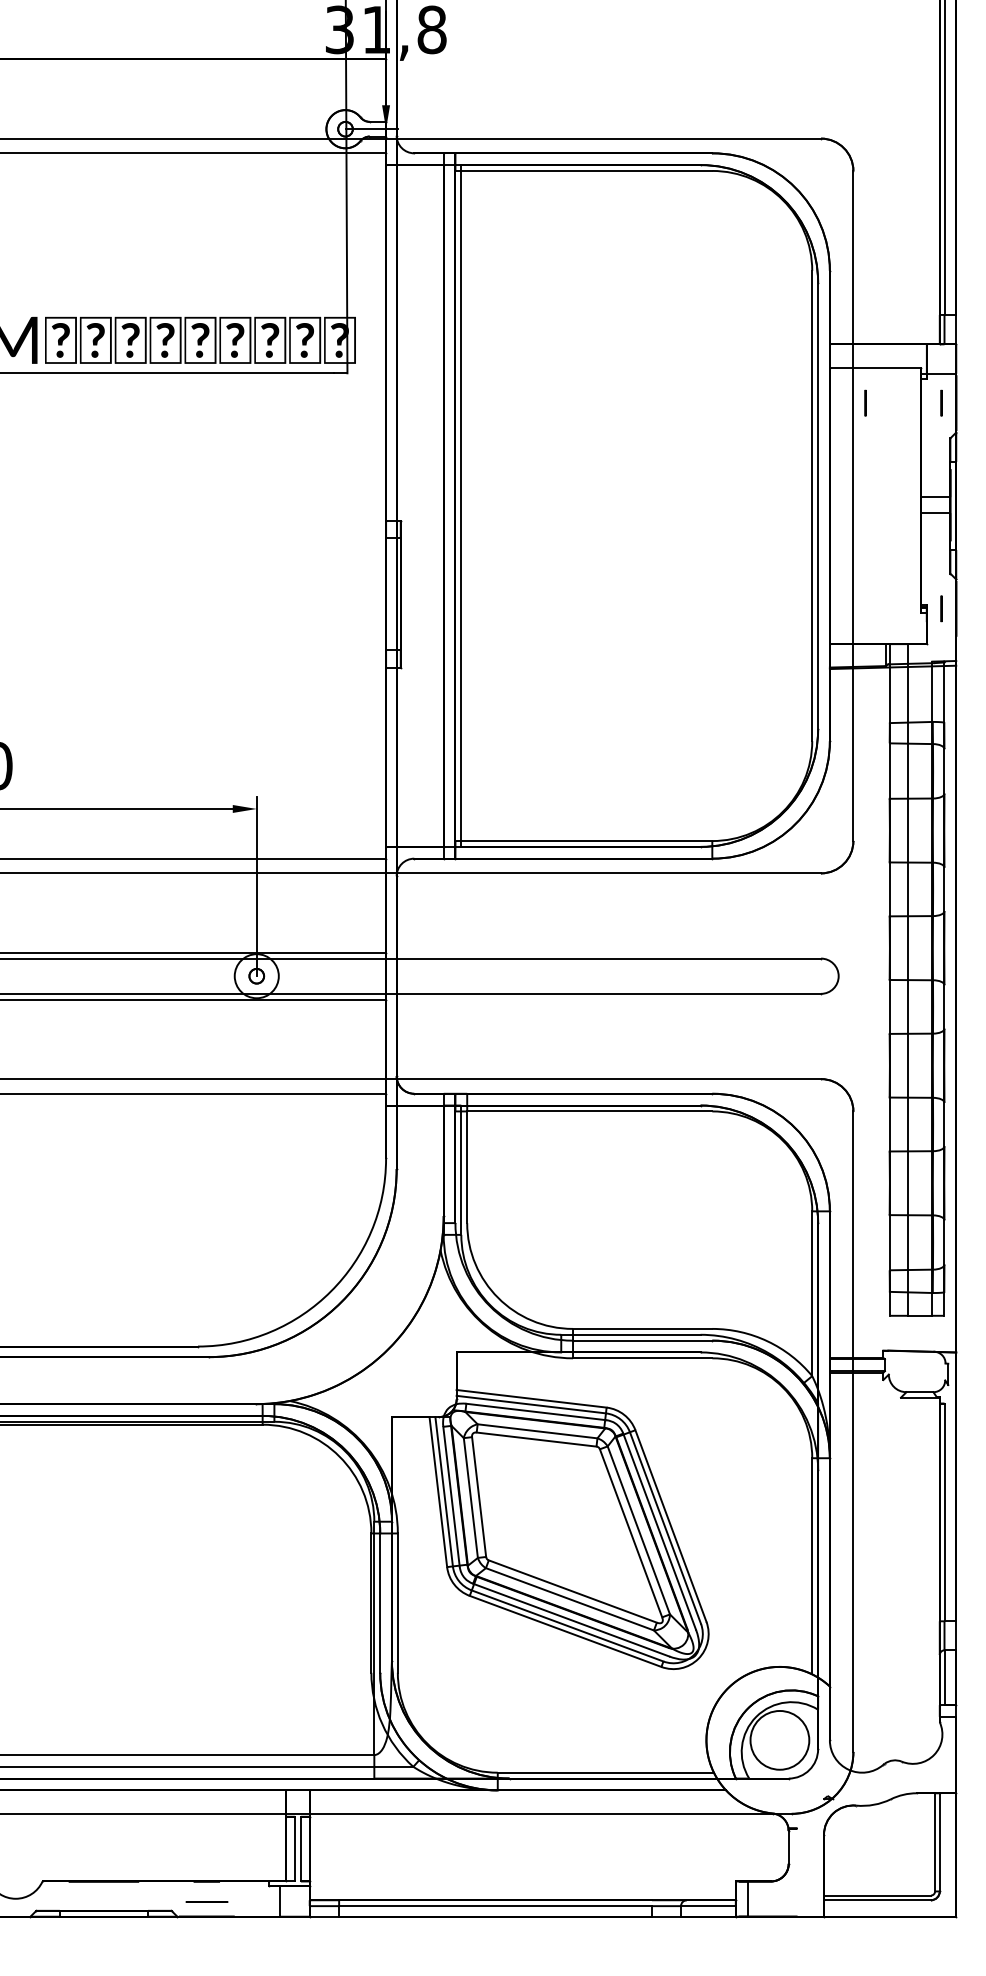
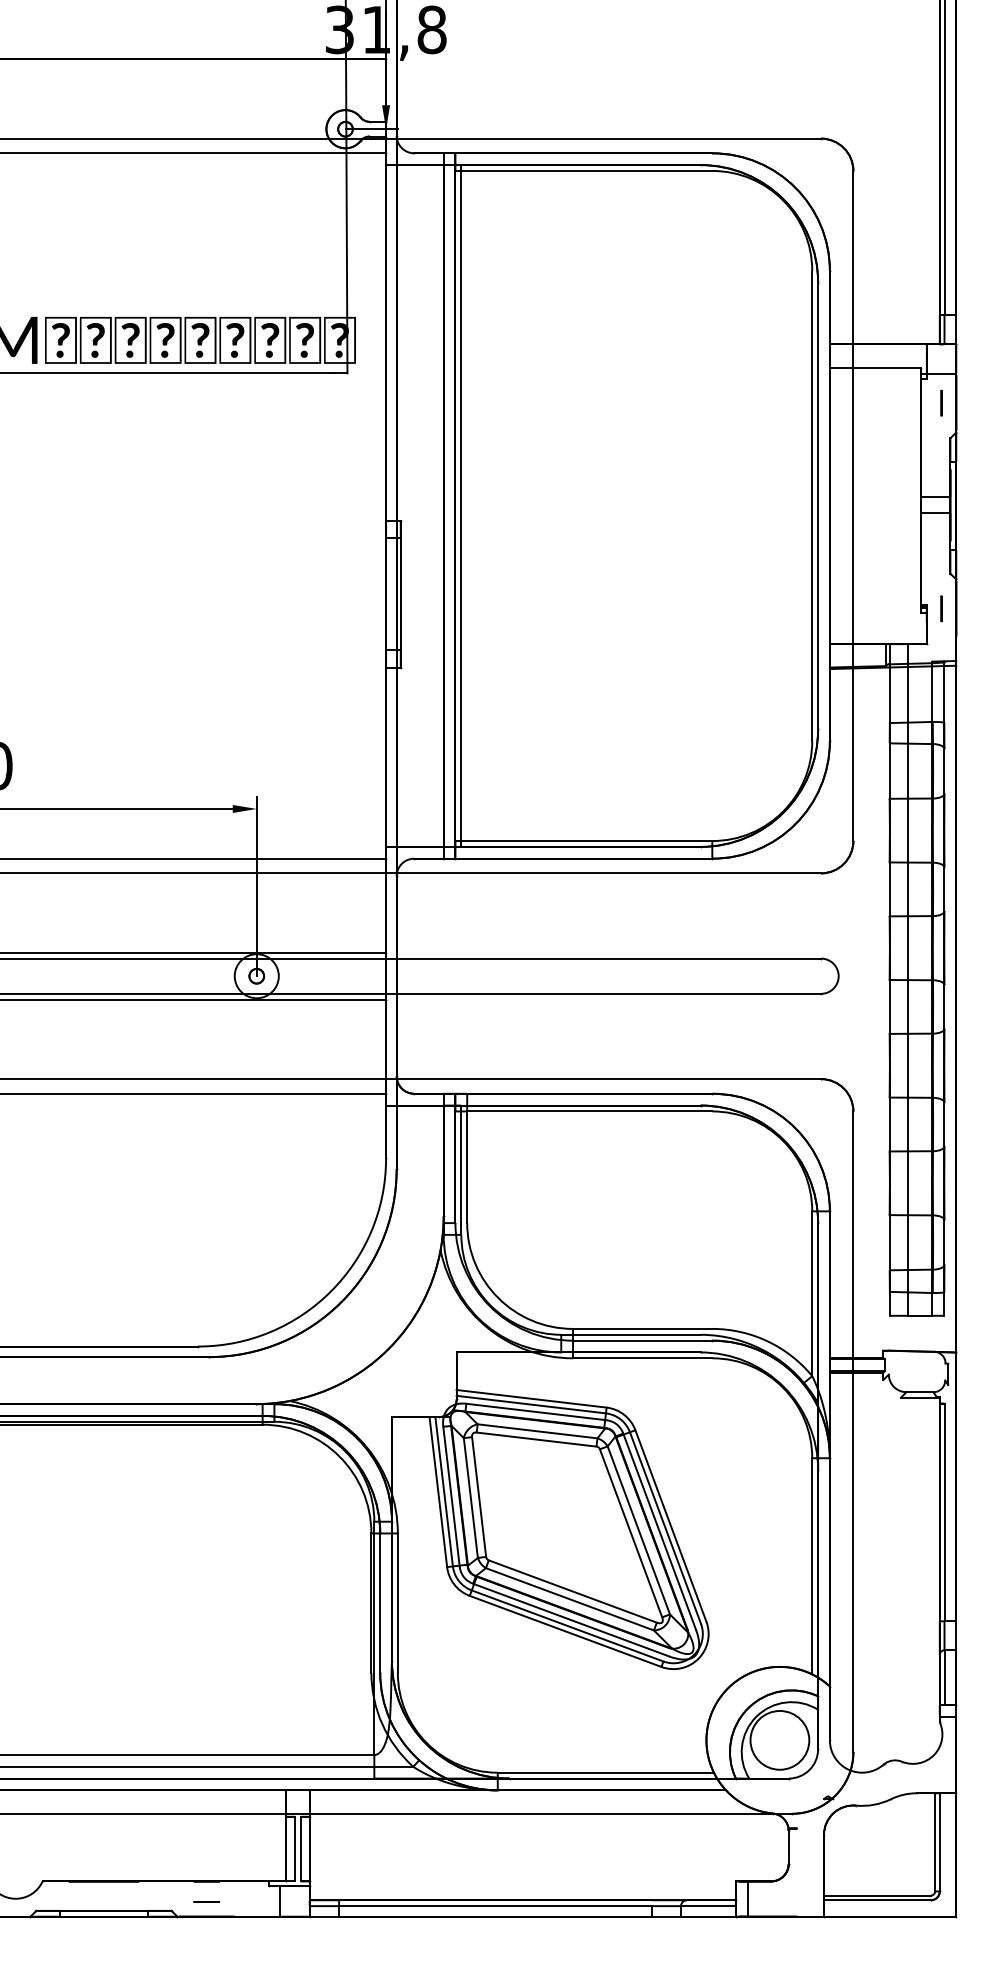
circle at (865, 402): present -> none
circle at (206, 1901) size: 44x2 px -> 27x2 px
